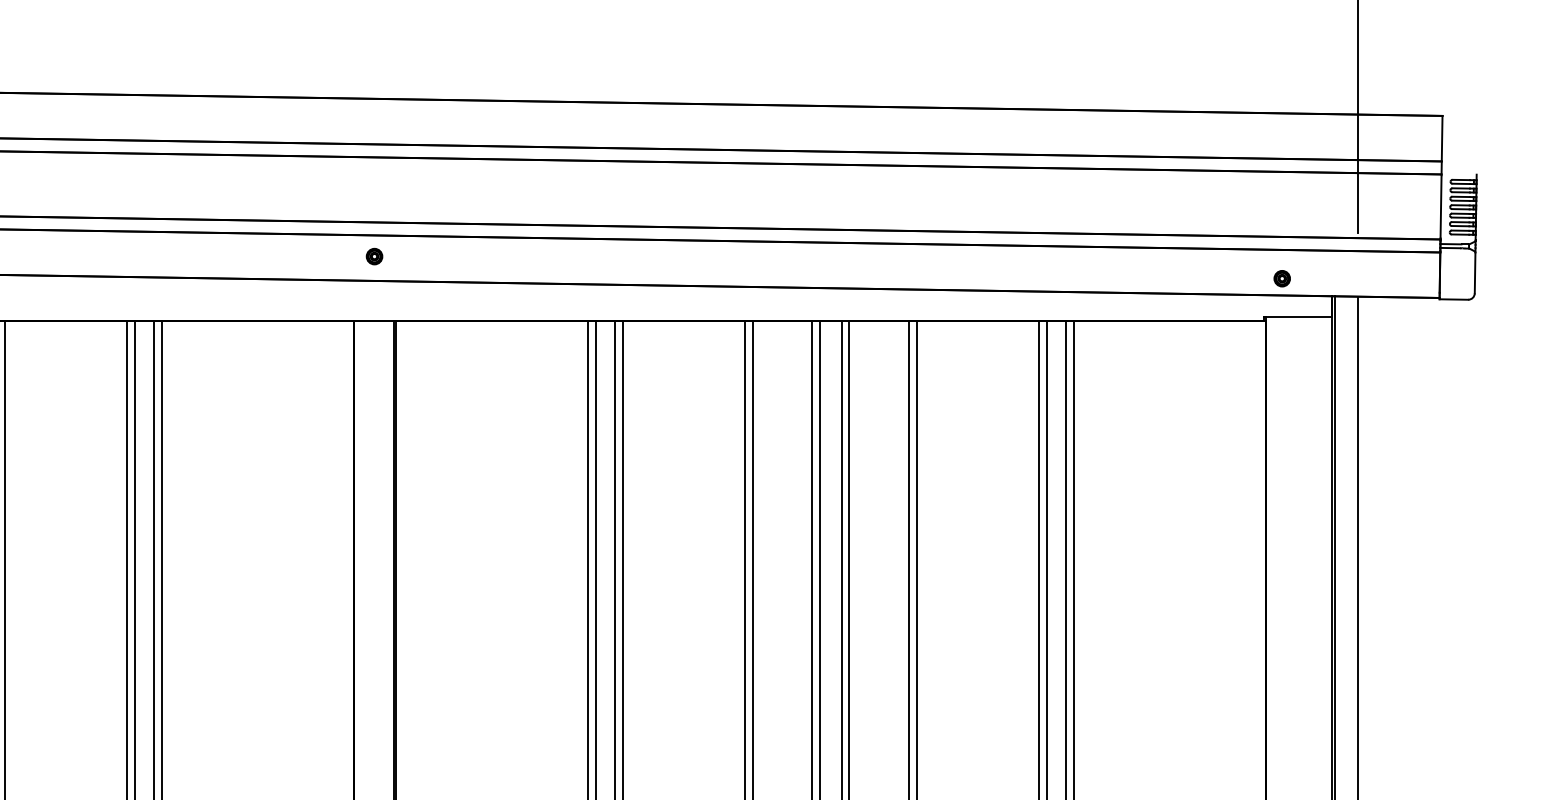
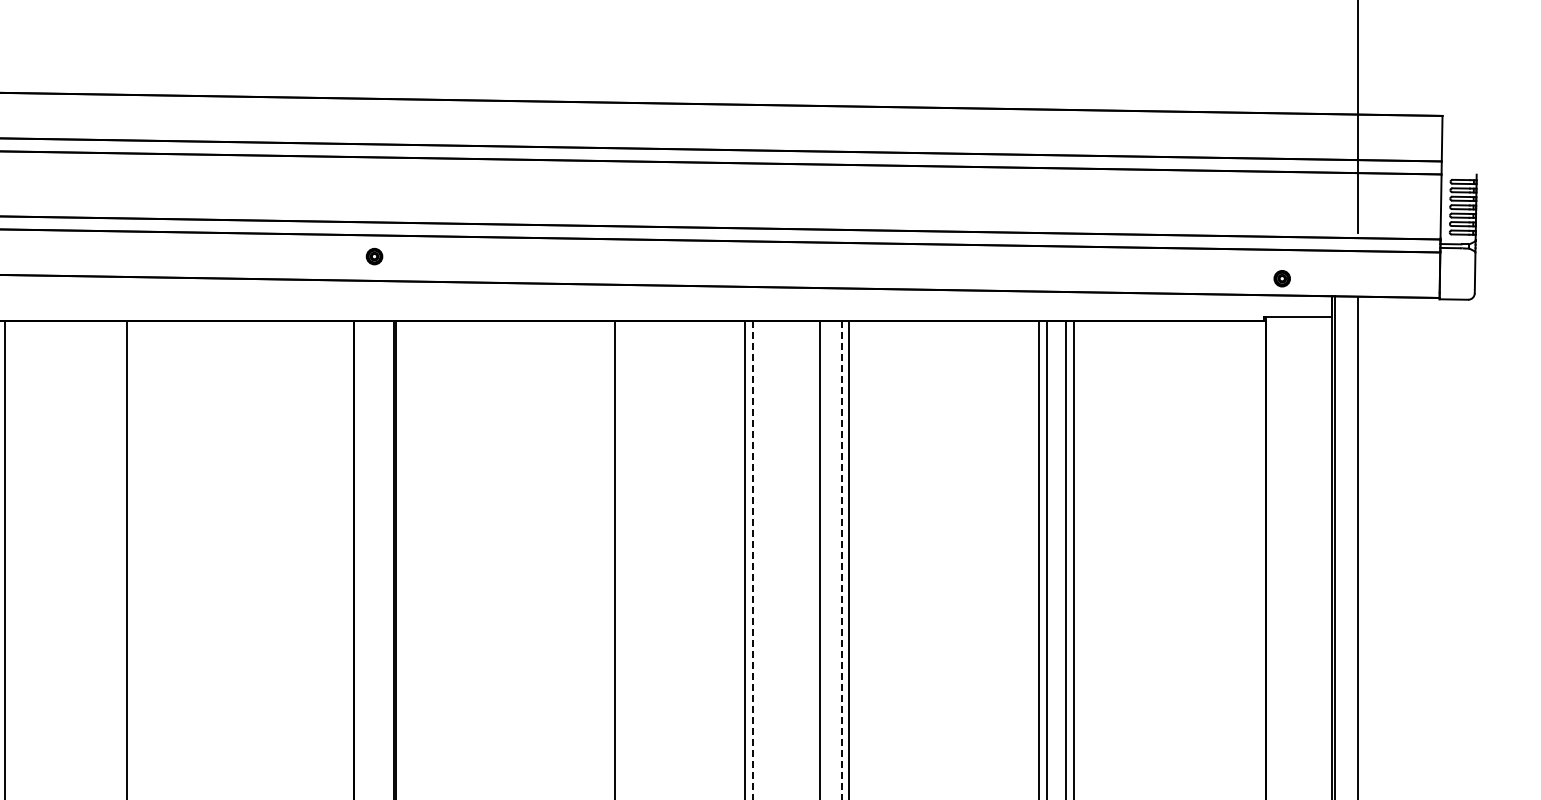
line at (134, 558): present -> none
line at (153, 558): present -> none
line at (161, 558): present -> none
line at (588, 558): present -> none
line at (596, 558): present -> none
line at (622, 558): present -> none
line at (812, 558): present -> none
line at (908, 558): present -> none
line at (916, 558): present -> none
line at (753, 560): solid -> dashed
line at (841, 560): solid -> dashed
